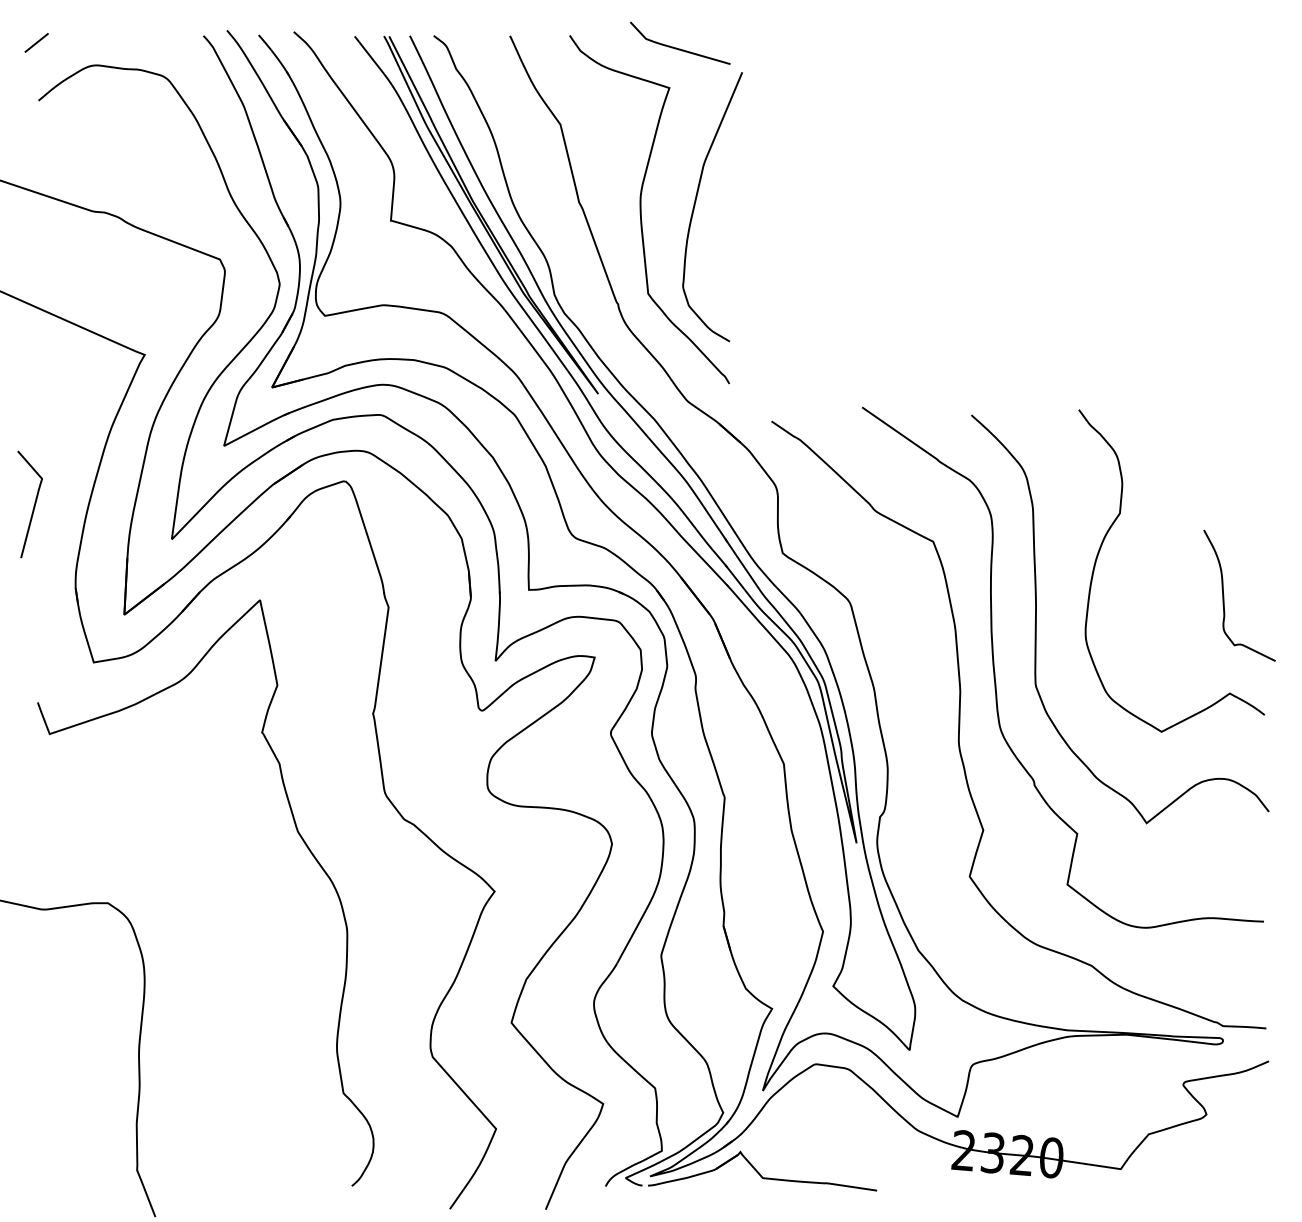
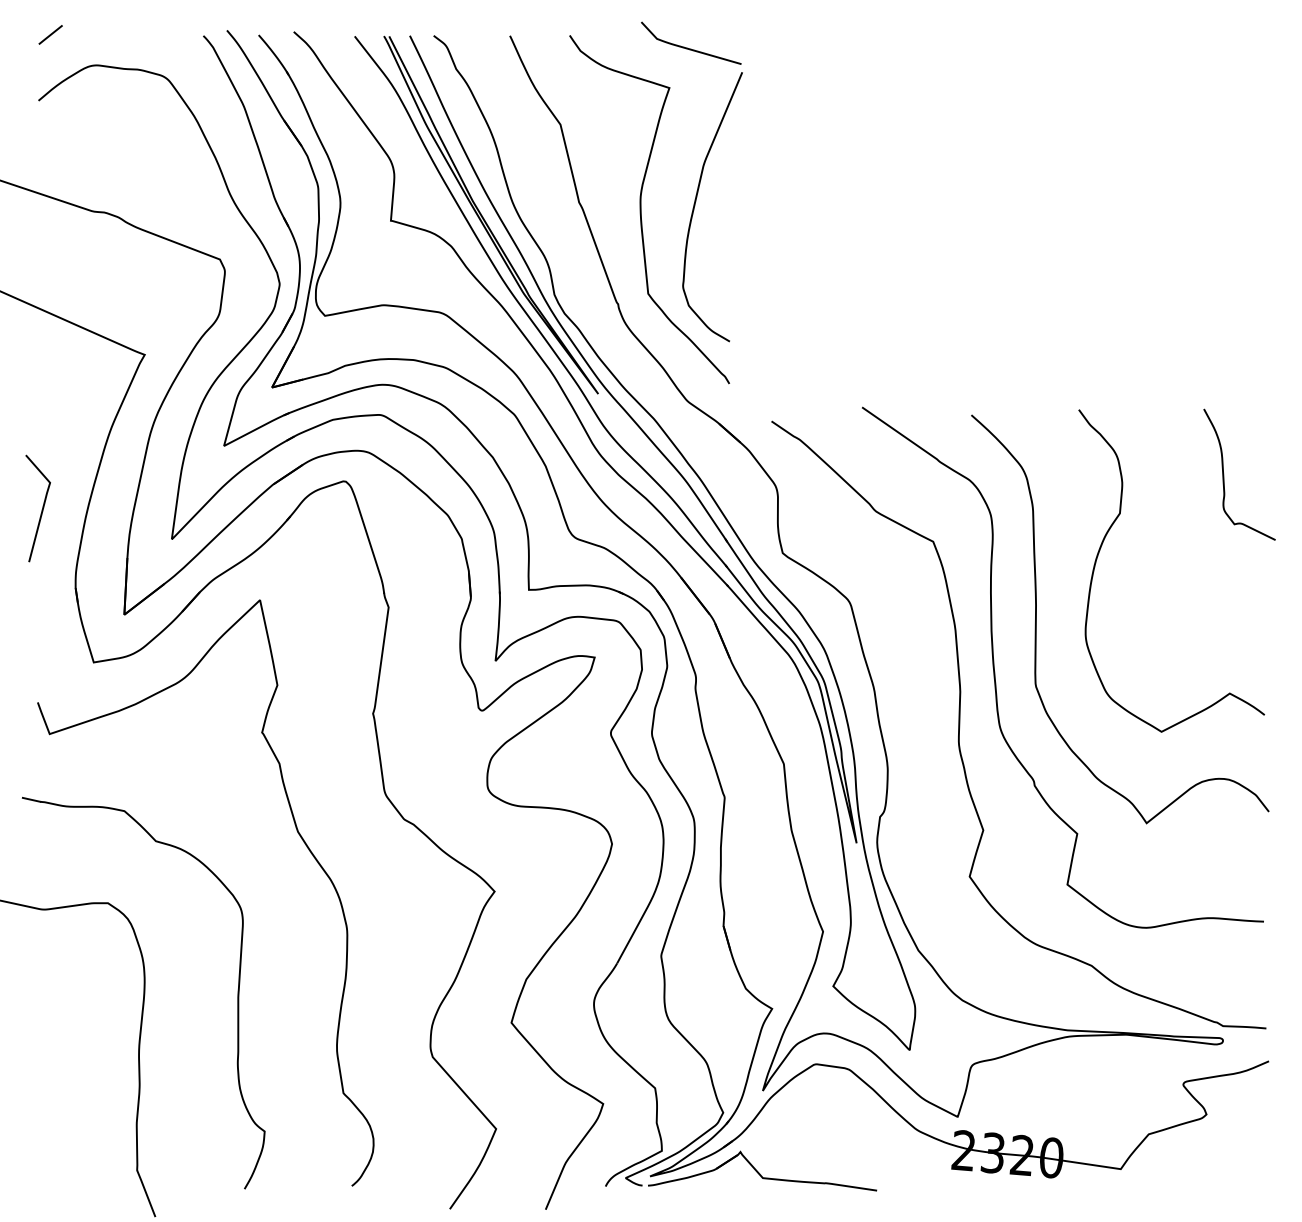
line at (36, 42) position: (36, 42) -> (50, 34)
curve at (680, 48) position: (680, 48) -> (691, 48)
curve at (33, 505) position: (33, 505) -> (41, 509)
curve at (1224, 595) position: (1224, 595) -> (1224, 474)
curve at (237, 992): none -> present
